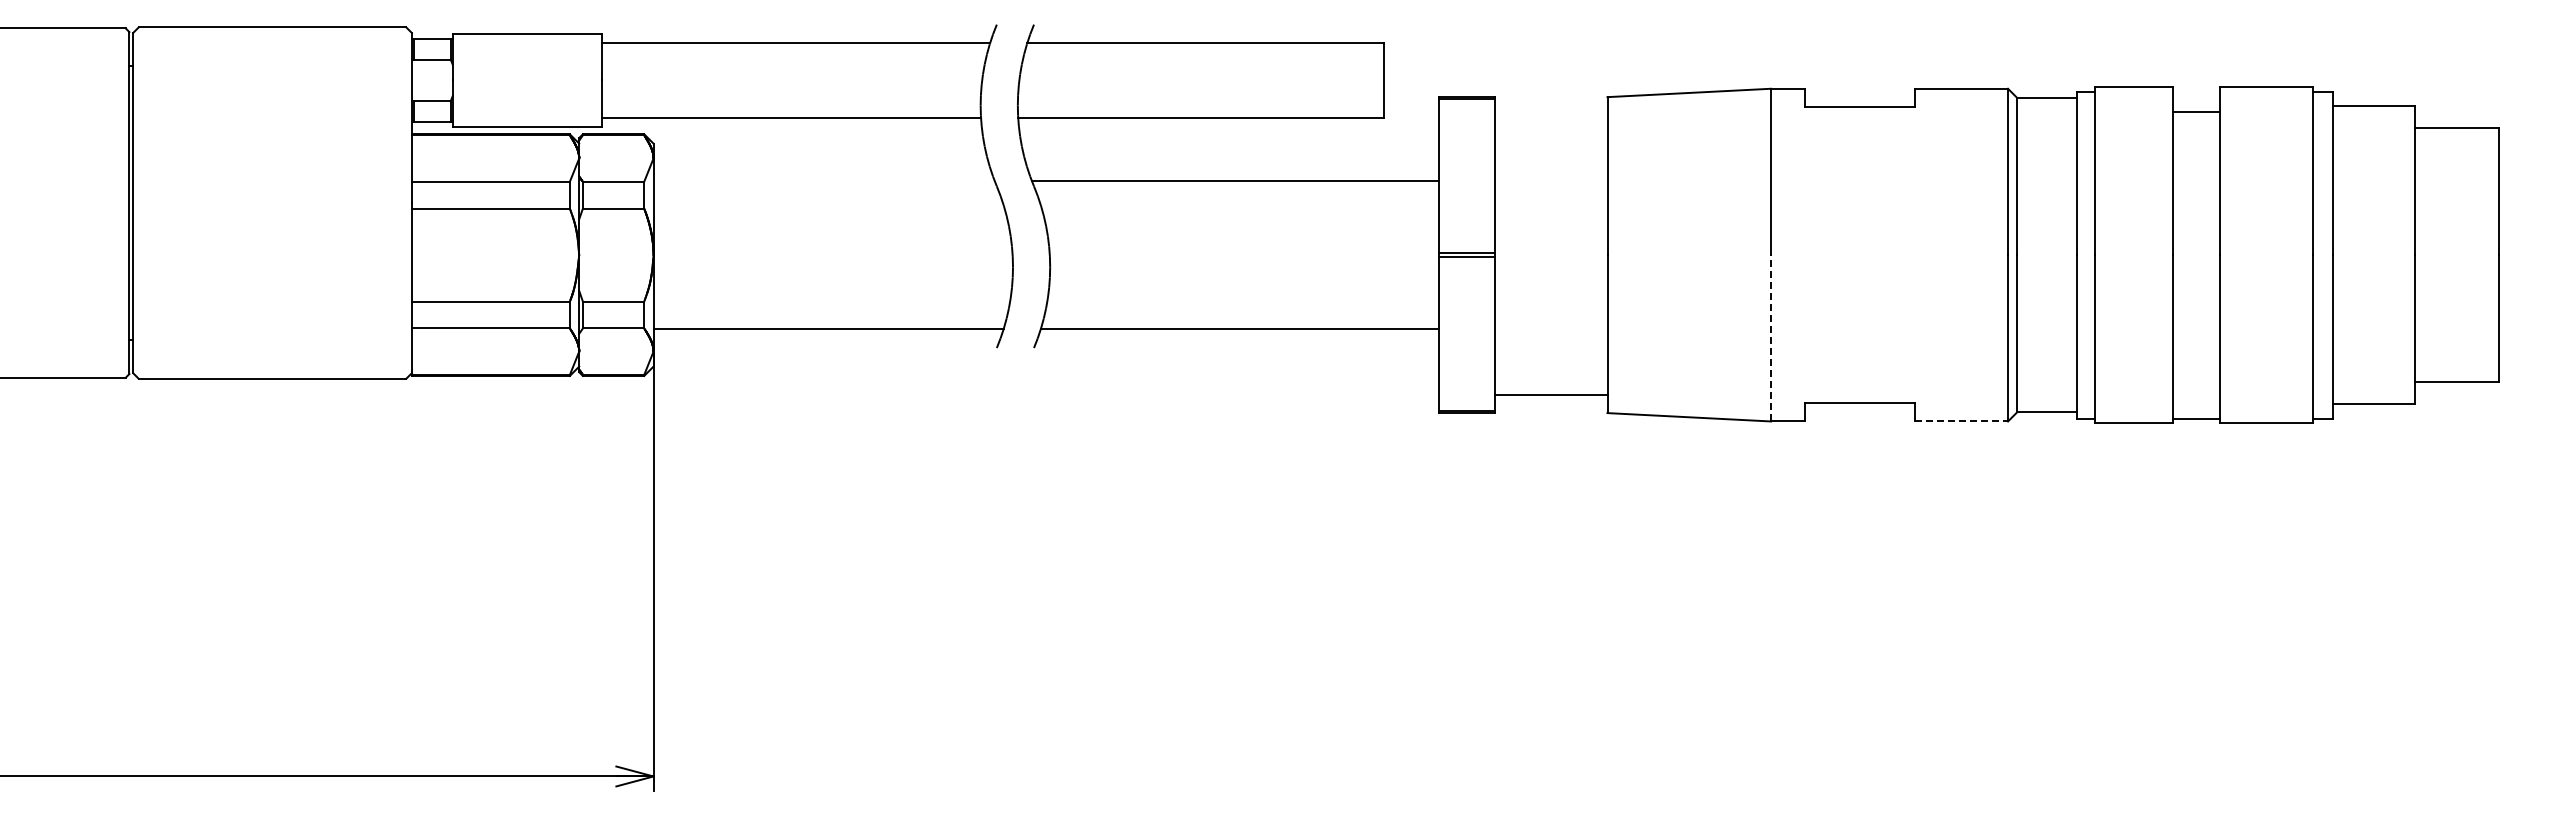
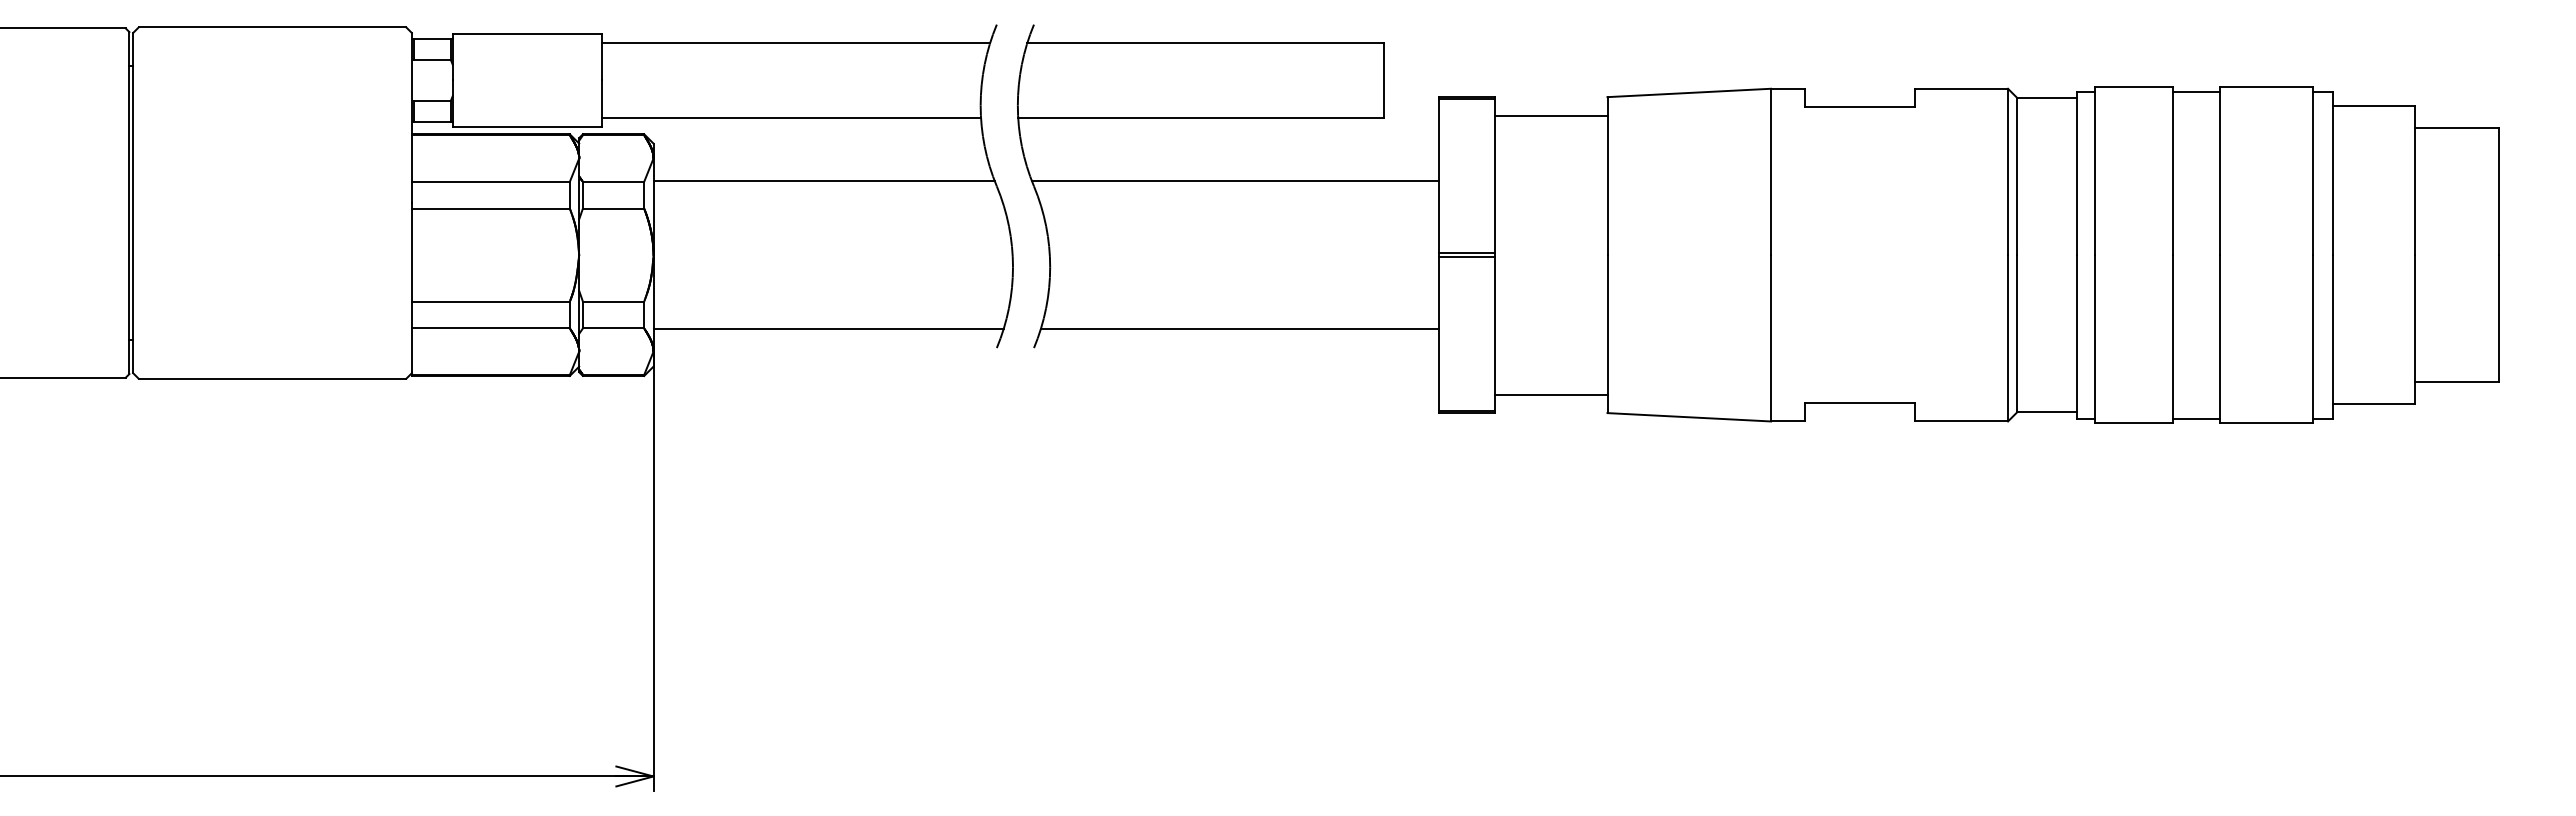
line at (2196, 111) position: (2196, 111) -> (2196, 91)
line at (1551, 115): none -> present
line at (823, 180): none -> present
line at (1771, 337): dashed -> solid
line at (1962, 421): dashed -> solid
